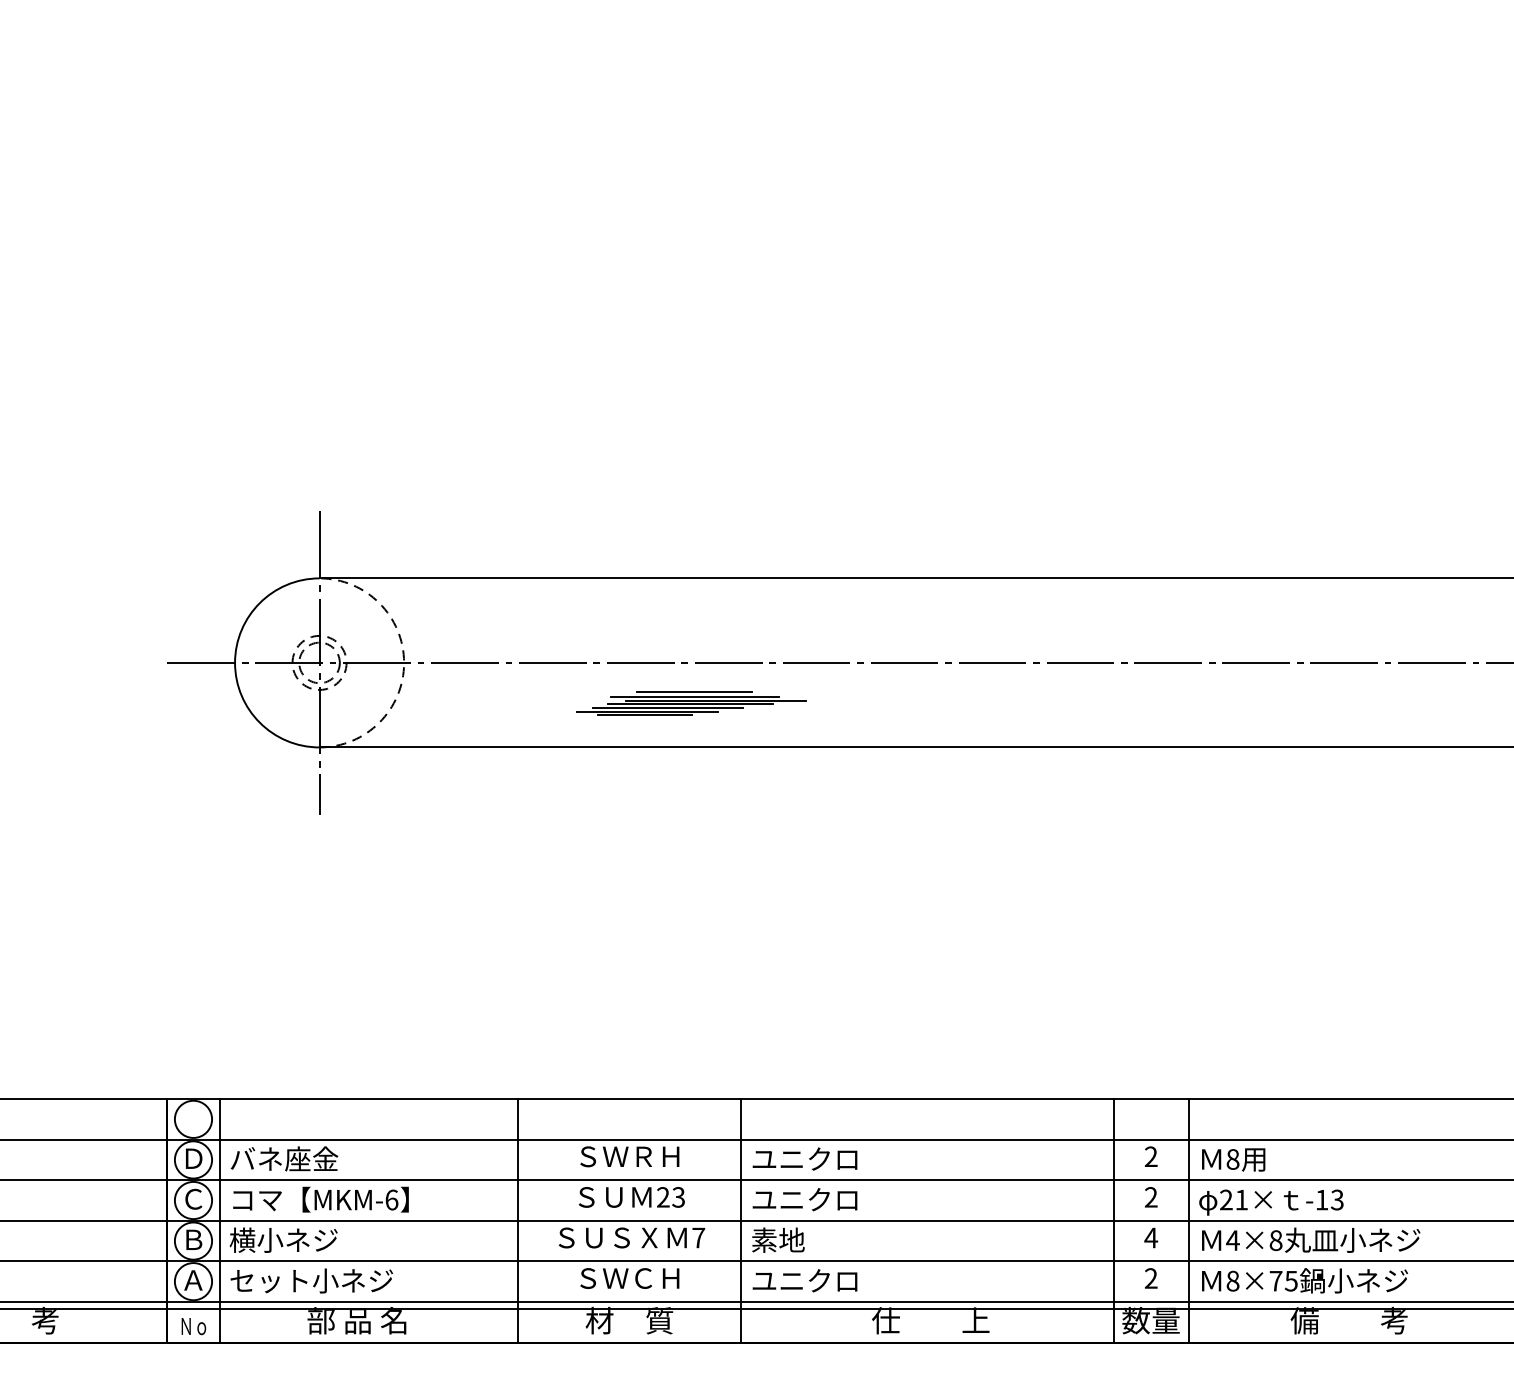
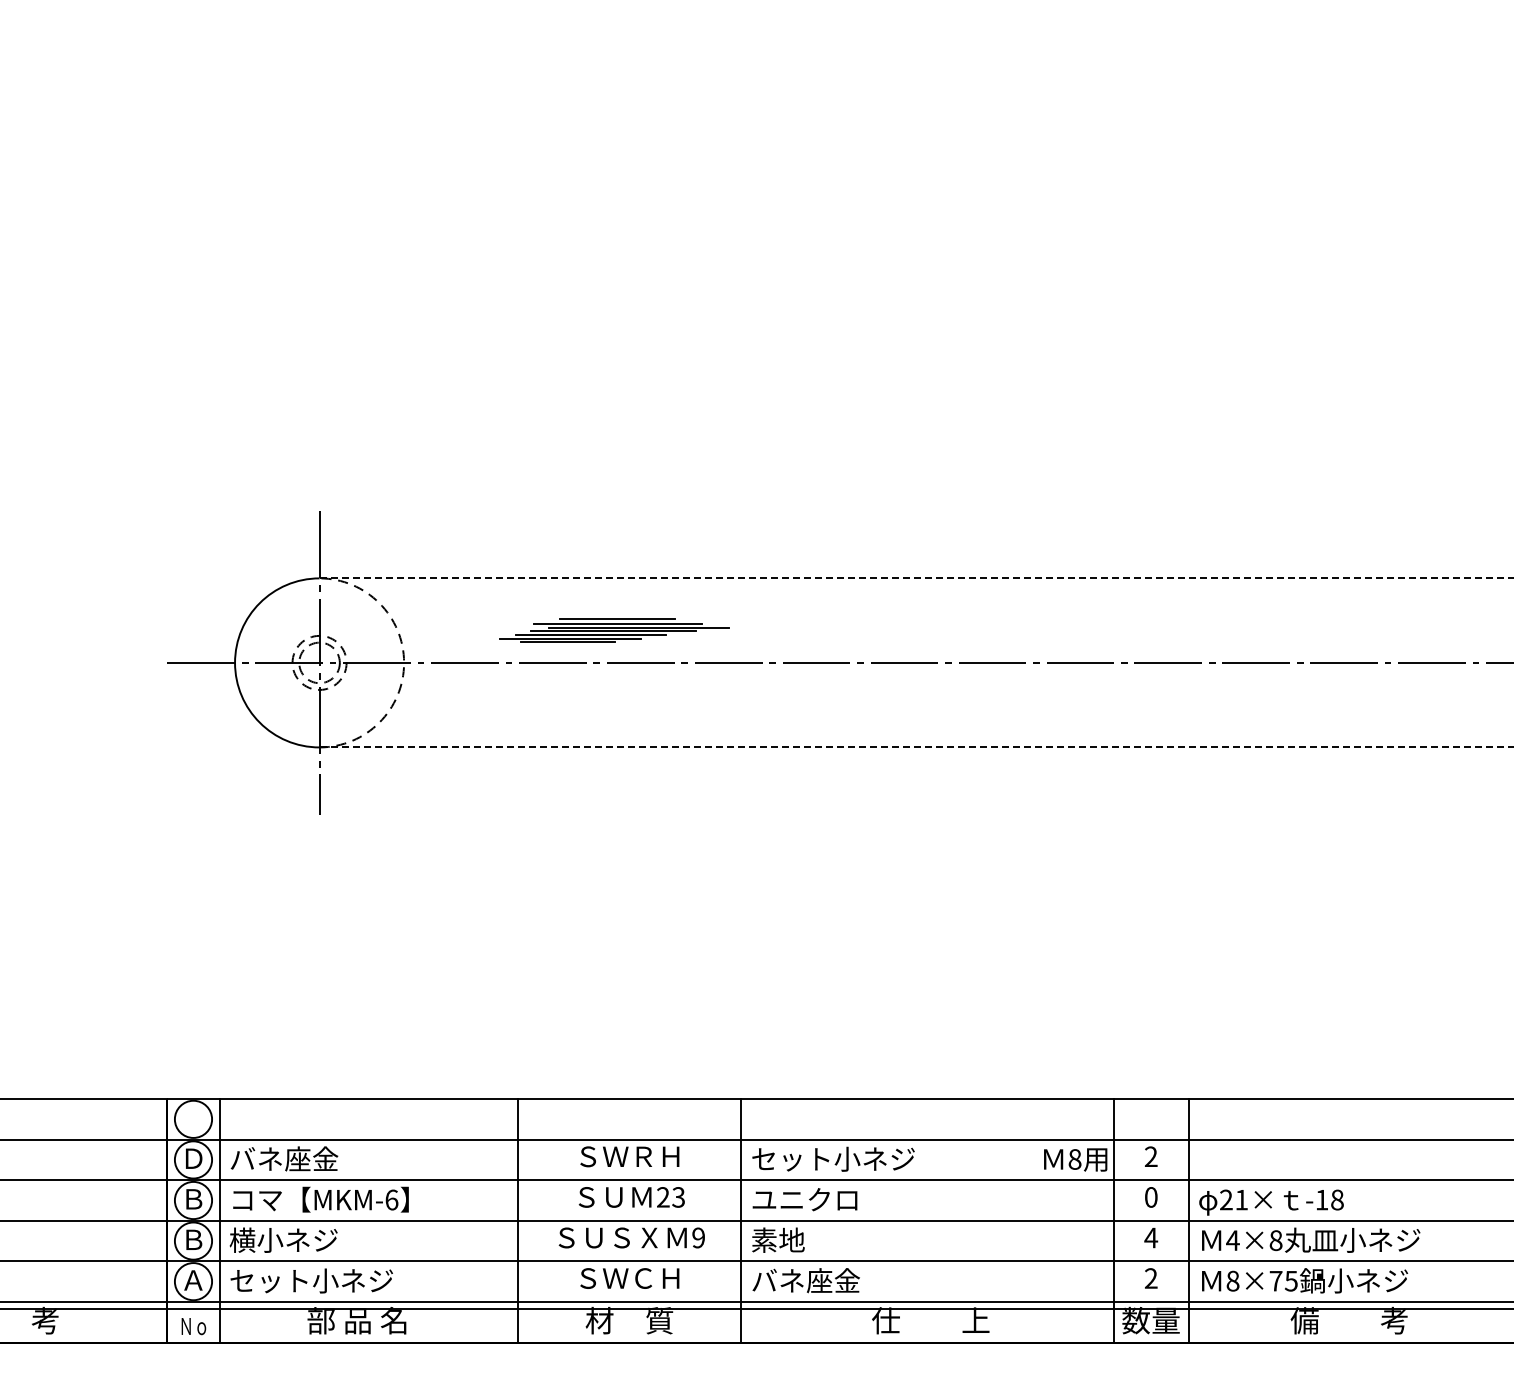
line at (916, 578): solid -> dashed
part at (691, 703) position: (691, 703) -> (614, 630)
line at (916, 747): solid -> dashed
text at (833, 1158): ユニクロ -> セット小ネジ
text at (1233, 1159) position: (1233, 1159) -> (1075, 1159)
text at (1150, 1197): 2 -> 0
text at (193, 1198): Ｃ -> Ｂ
text at (1336, 1199): -13 -> -18
text at (698, 1237): 7 -> 9
text at (805, 1280): ユニクロ -> バネ座金
